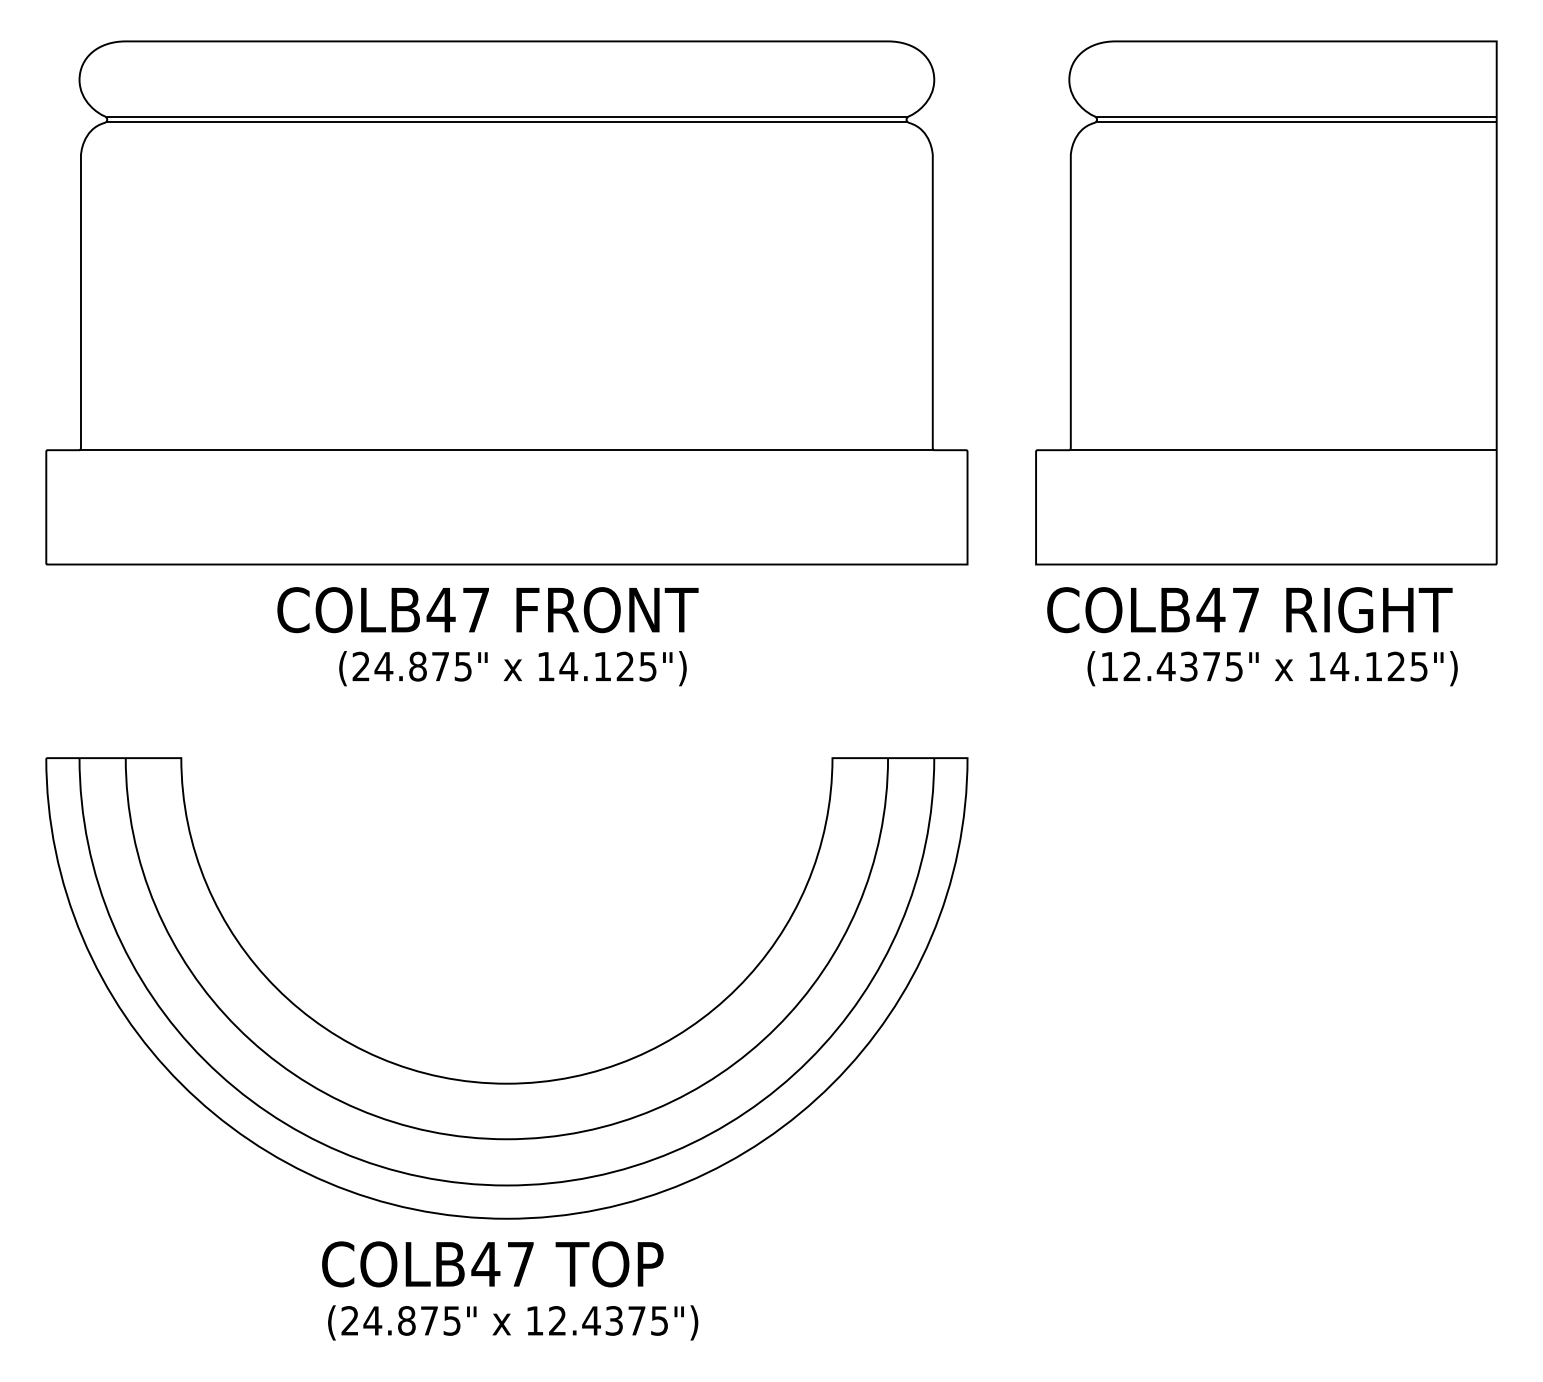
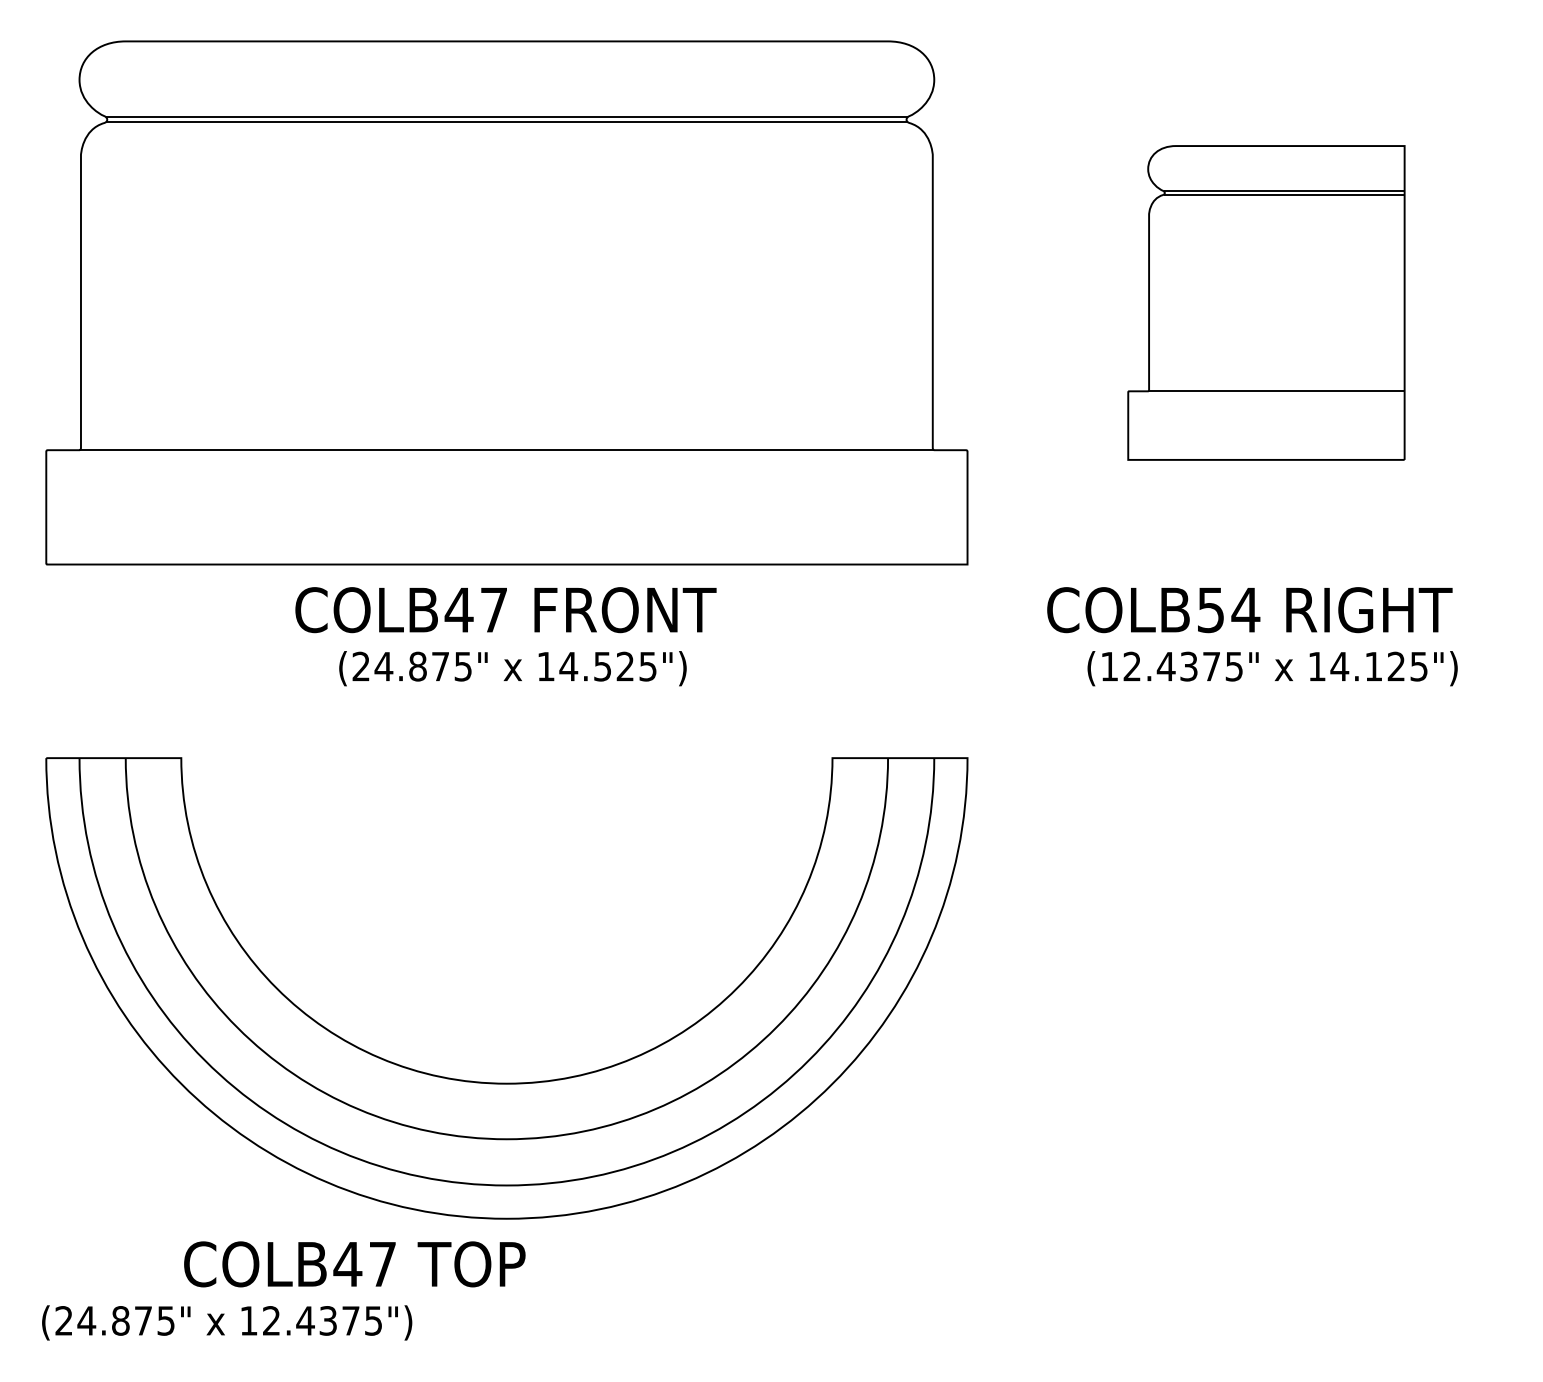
part at (1266, 302) size: 463x526 px -> 279x316 px
text at (487, 610) position: (487, 610) -> (505, 610)
text at (1228, 610): COLB47 -> COLB54
text at (602, 666): 14.125") -> 14.525")
text at (492, 1264) position: (492, 1264) -> (354, 1264)
text at (513, 1322) position: (513, 1322) -> (227, 1322)
